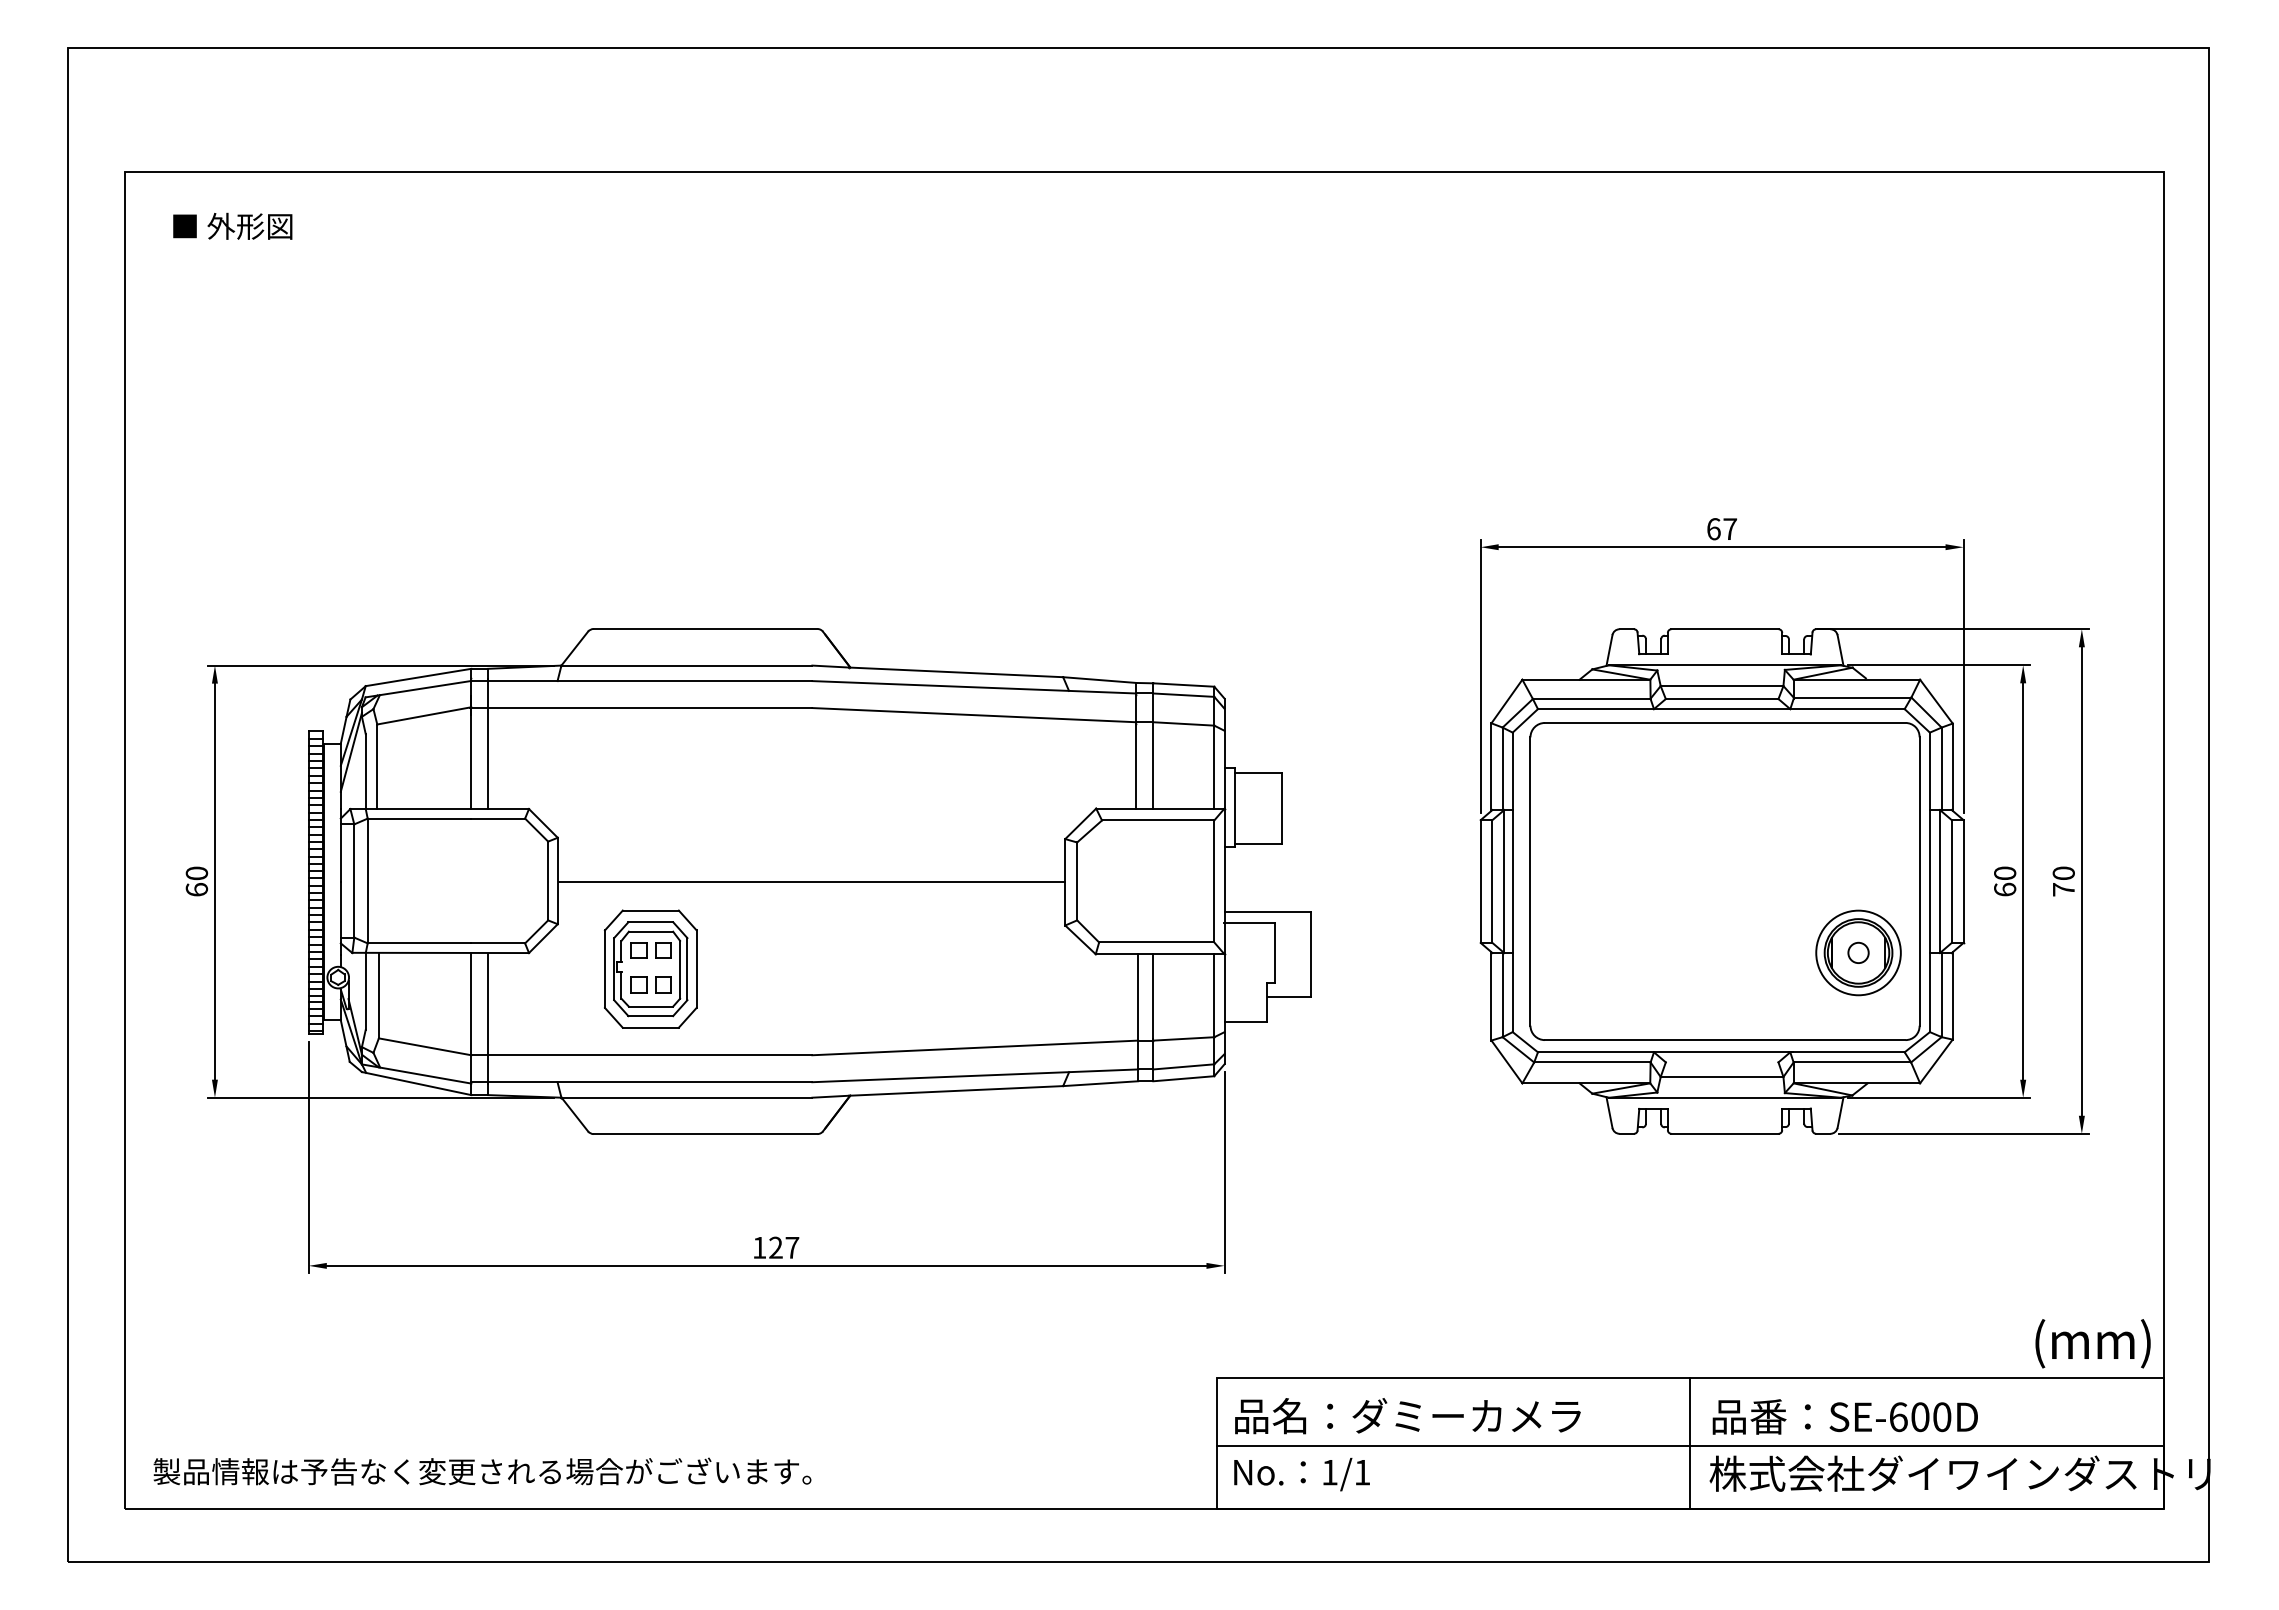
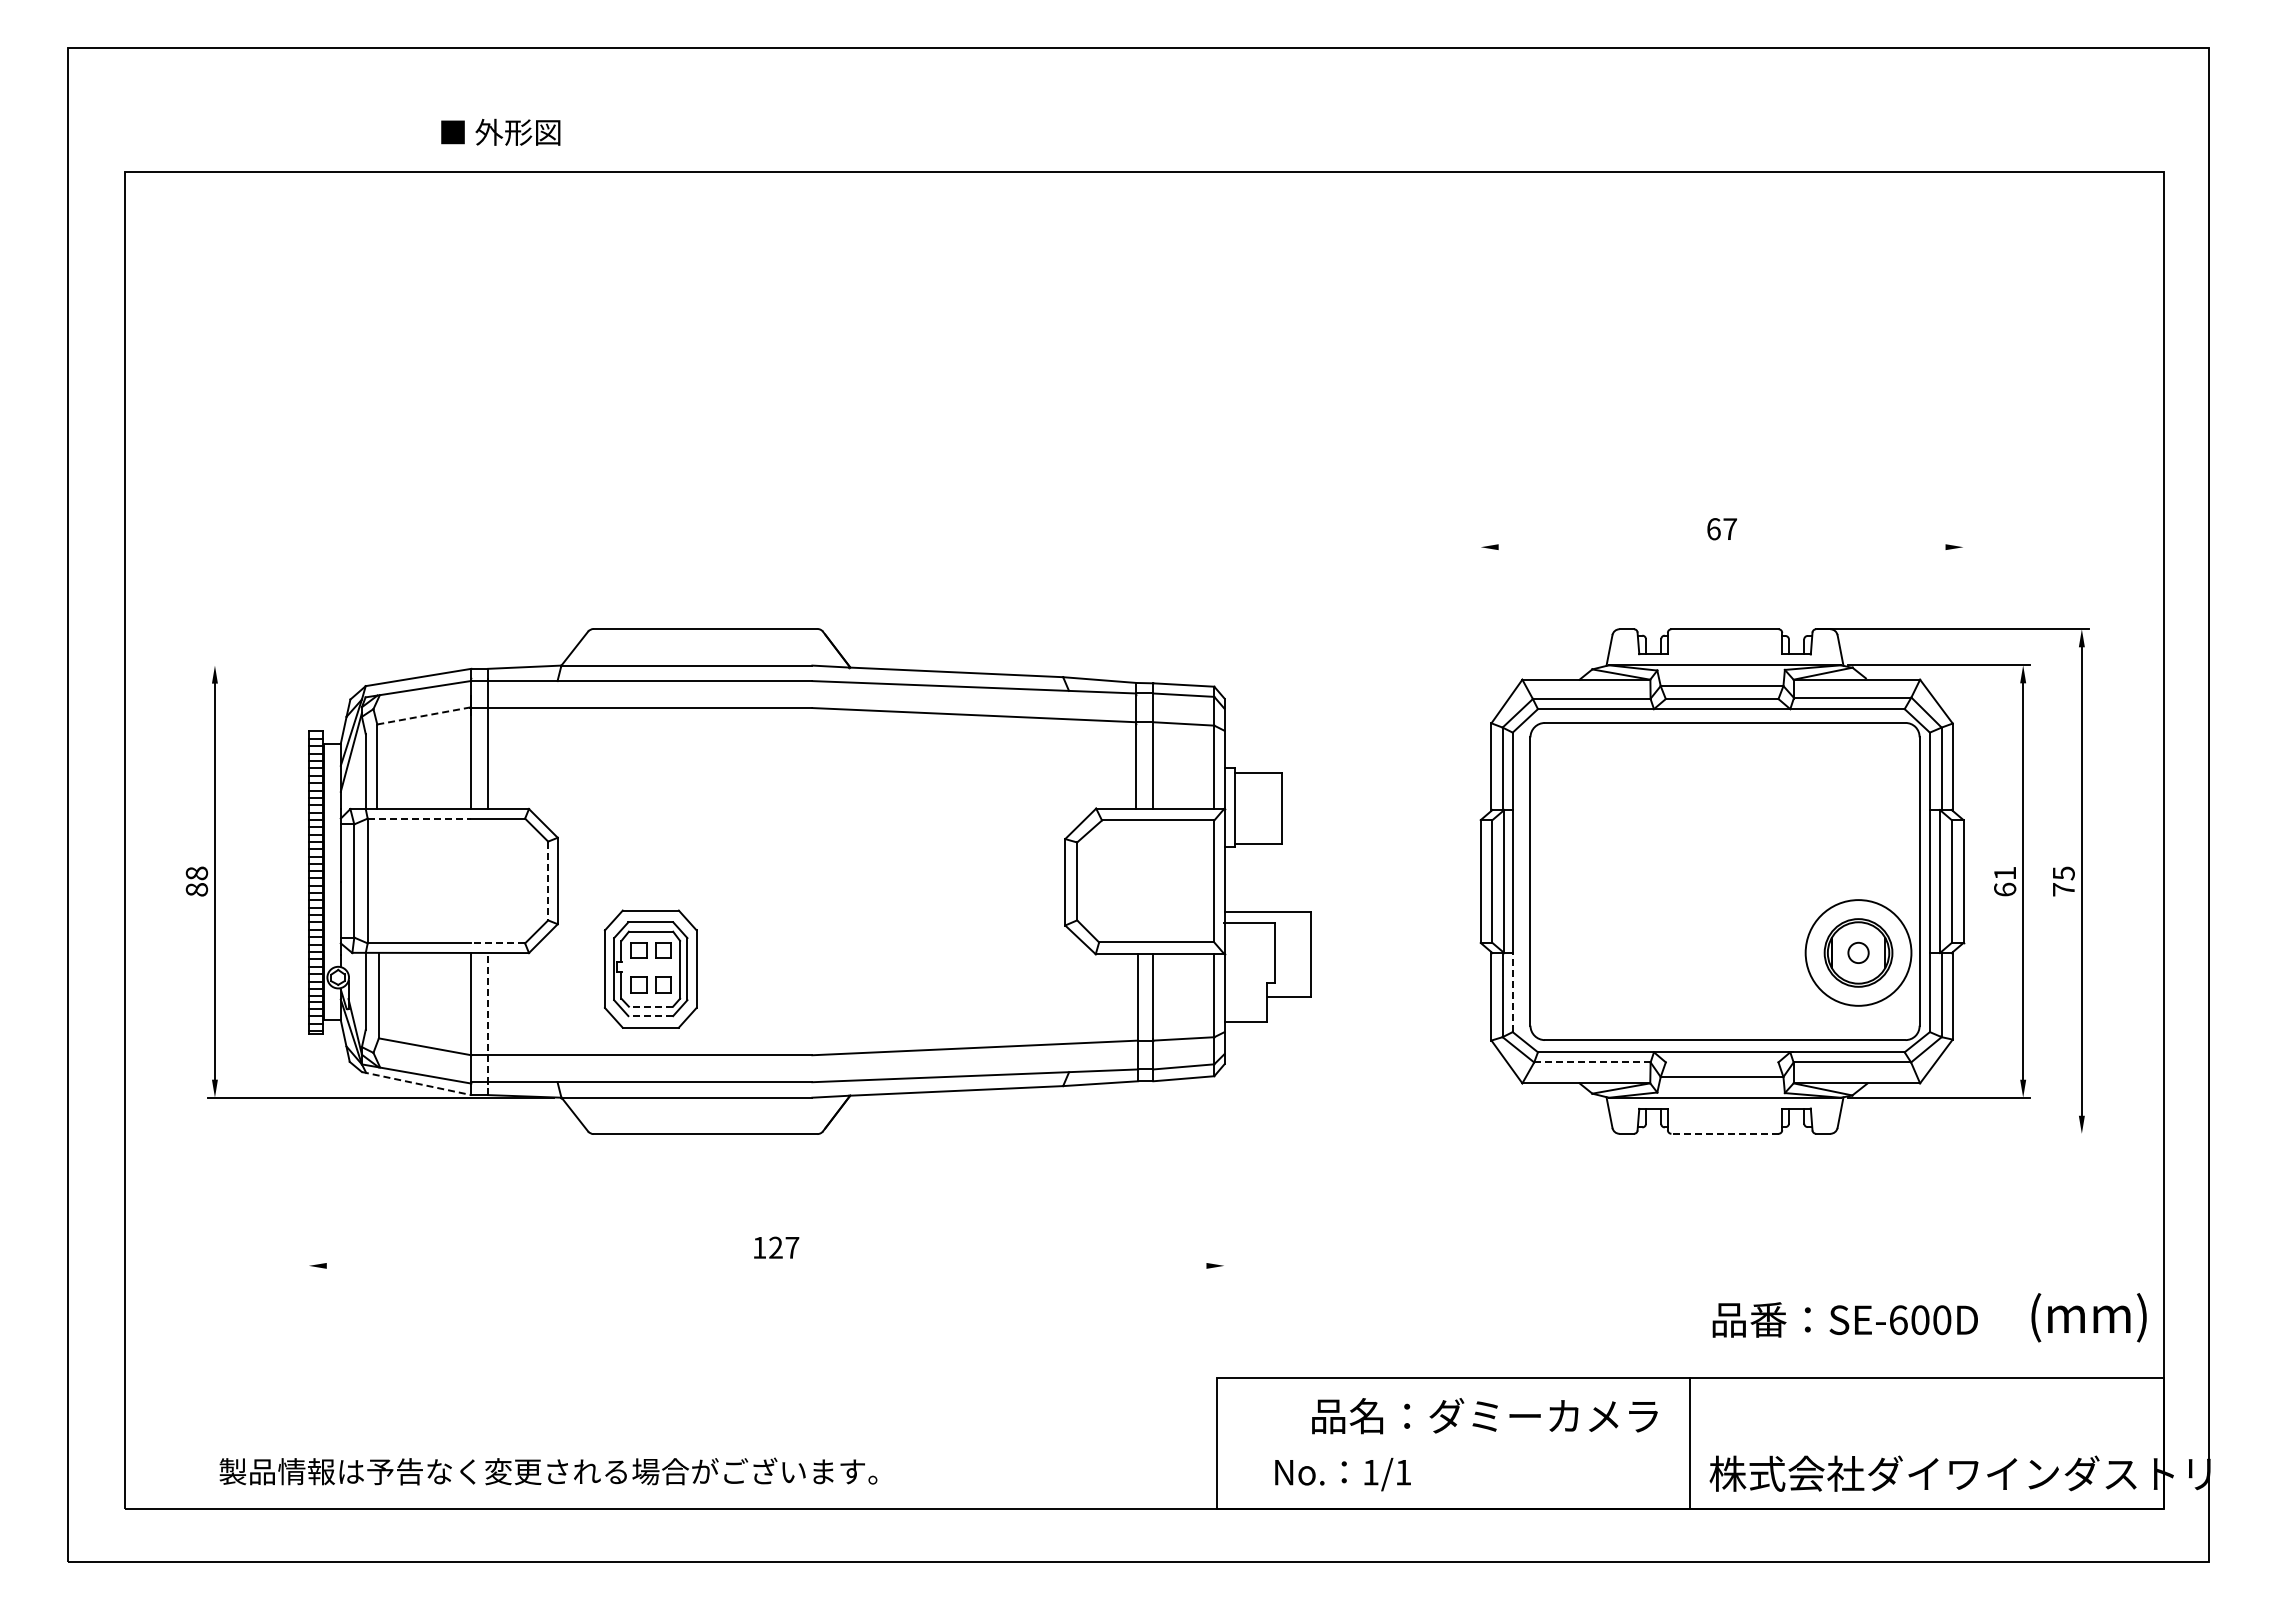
text at (232, 225) position: (232, 225) -> (500, 131)
line at (1721, 547): present -> none
line at (380, 665): present -> none
line at (1480, 676): present -> none
line at (1963, 676): present -> none
line at (424, 715): solid -> dashed
line at (419, 818): solid -> dashed
text at (2005, 872): 60 -> 61
text at (2063, 873): 70 -> 75
text at (196, 881): 60 -> 88
line at (548, 881): solid -> dashed
line at (811, 881): present -> none
line at (498, 943): solid -> dashed
circle at (1858, 952) diameter: 85 px -> 106 px
line at (1512, 992): solid -> dashed
line at (650, 1006): solid -> dashed
line at (650, 1016): solid -> dashed
line at (488, 1024): solid -> dashed
line at (1592, 1062): solid -> dashed
line at (416, 1083): solid -> dashed
line at (1725, 1133): solid -> dashed
line at (1963, 1133): present -> none
line at (308, 1157): present -> none
line at (1224, 1172): present -> none
line at (766, 1265): present -> none
text at (2092, 1343) position: (2092, 1343) -> (2088, 1317)
text at (1407, 1416) position: (1407, 1416) -> (1484, 1416)
text at (1844, 1416) position: (1844, 1416) -> (1844, 1319)
line at (1690, 1445): present -> none
text at (482, 1471) position: (482, 1471) -> (548, 1471)
text at (1301, 1474) position: (1301, 1474) -> (1342, 1474)
